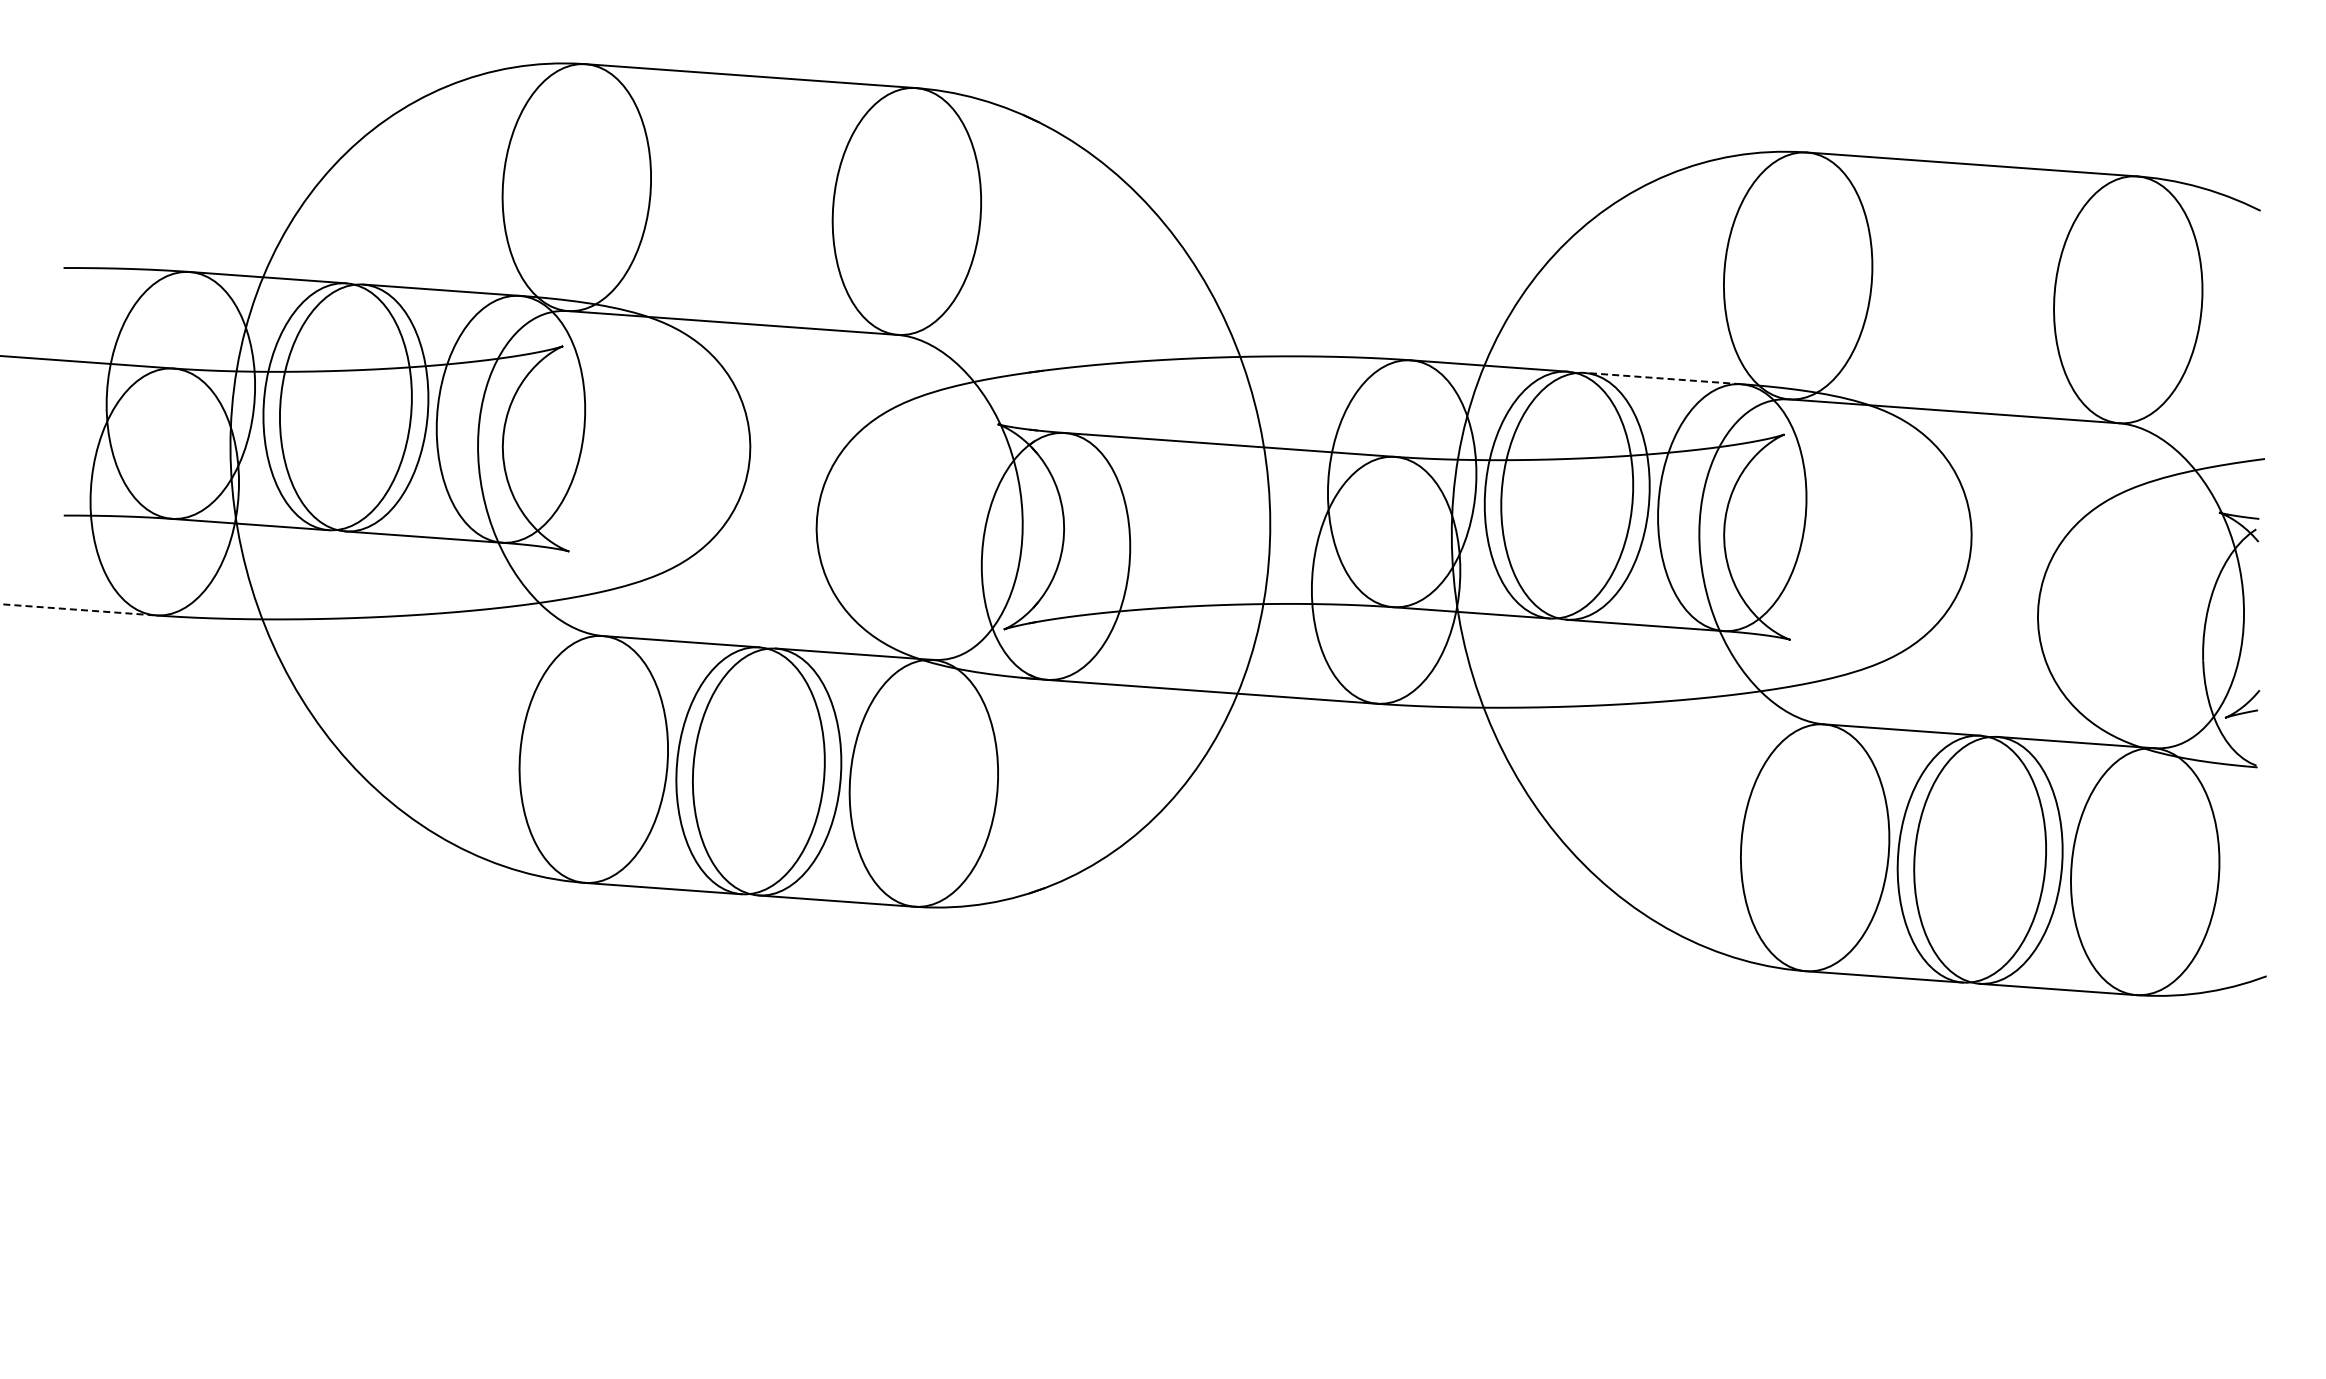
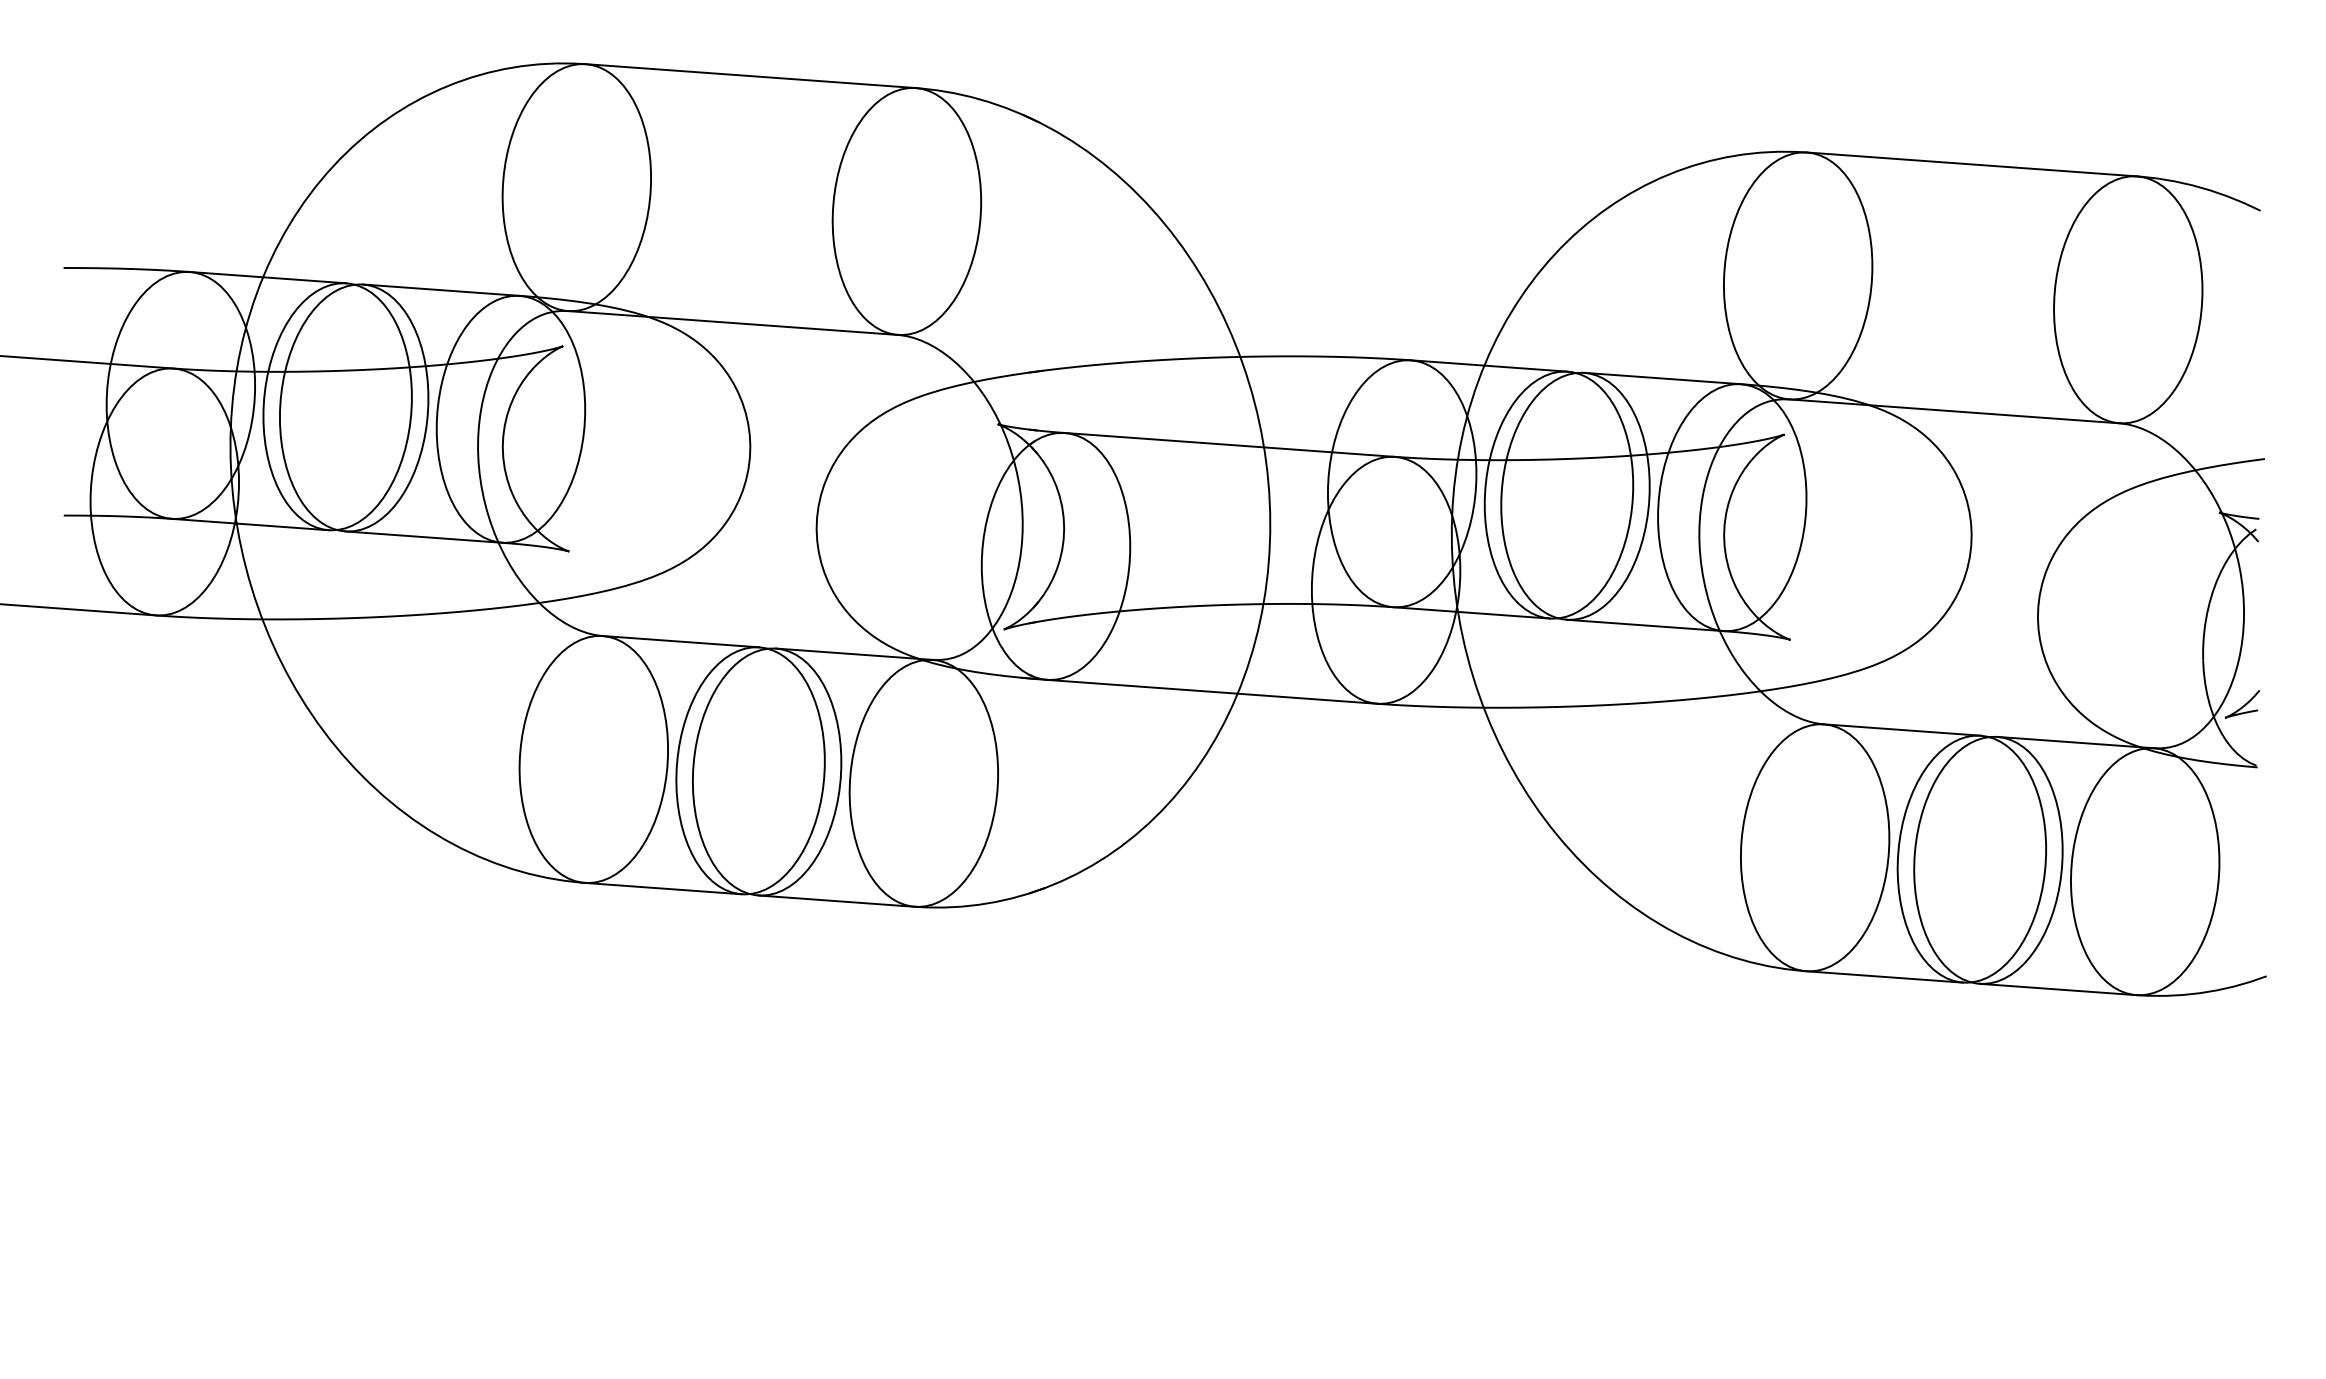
line at (1662, 378): dashed -> solid
line at (78, 609): dashed -> solid
